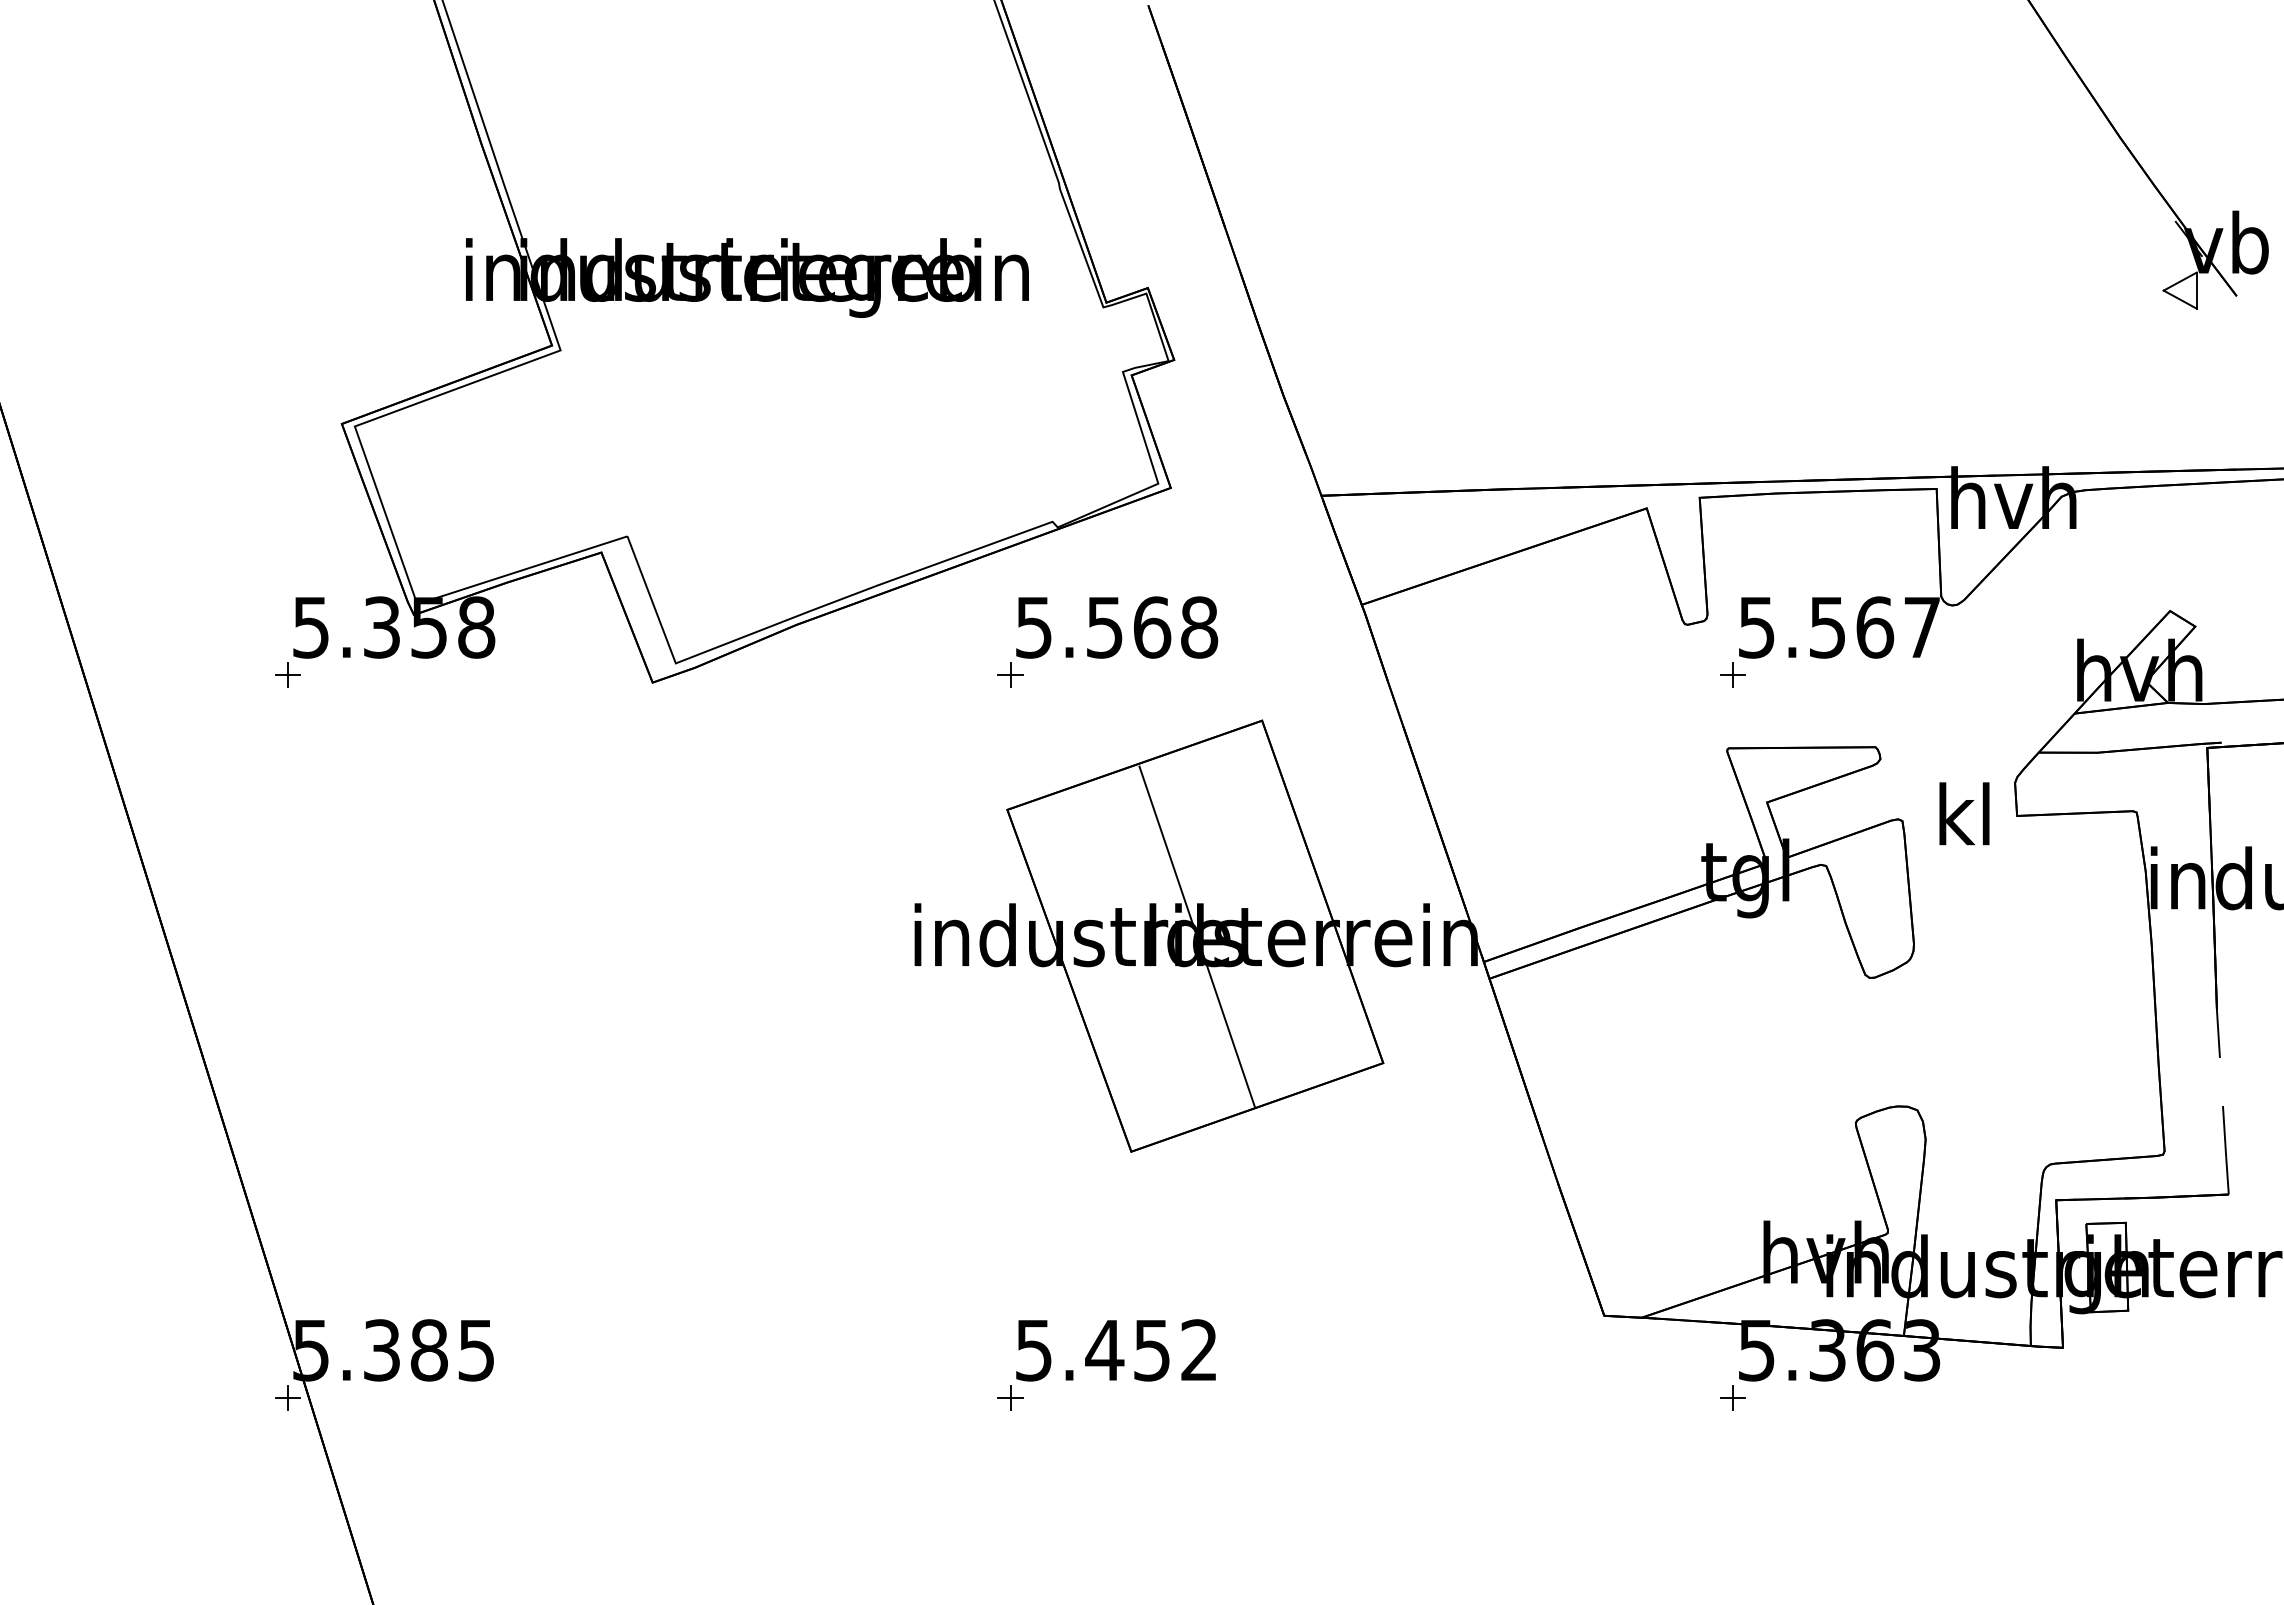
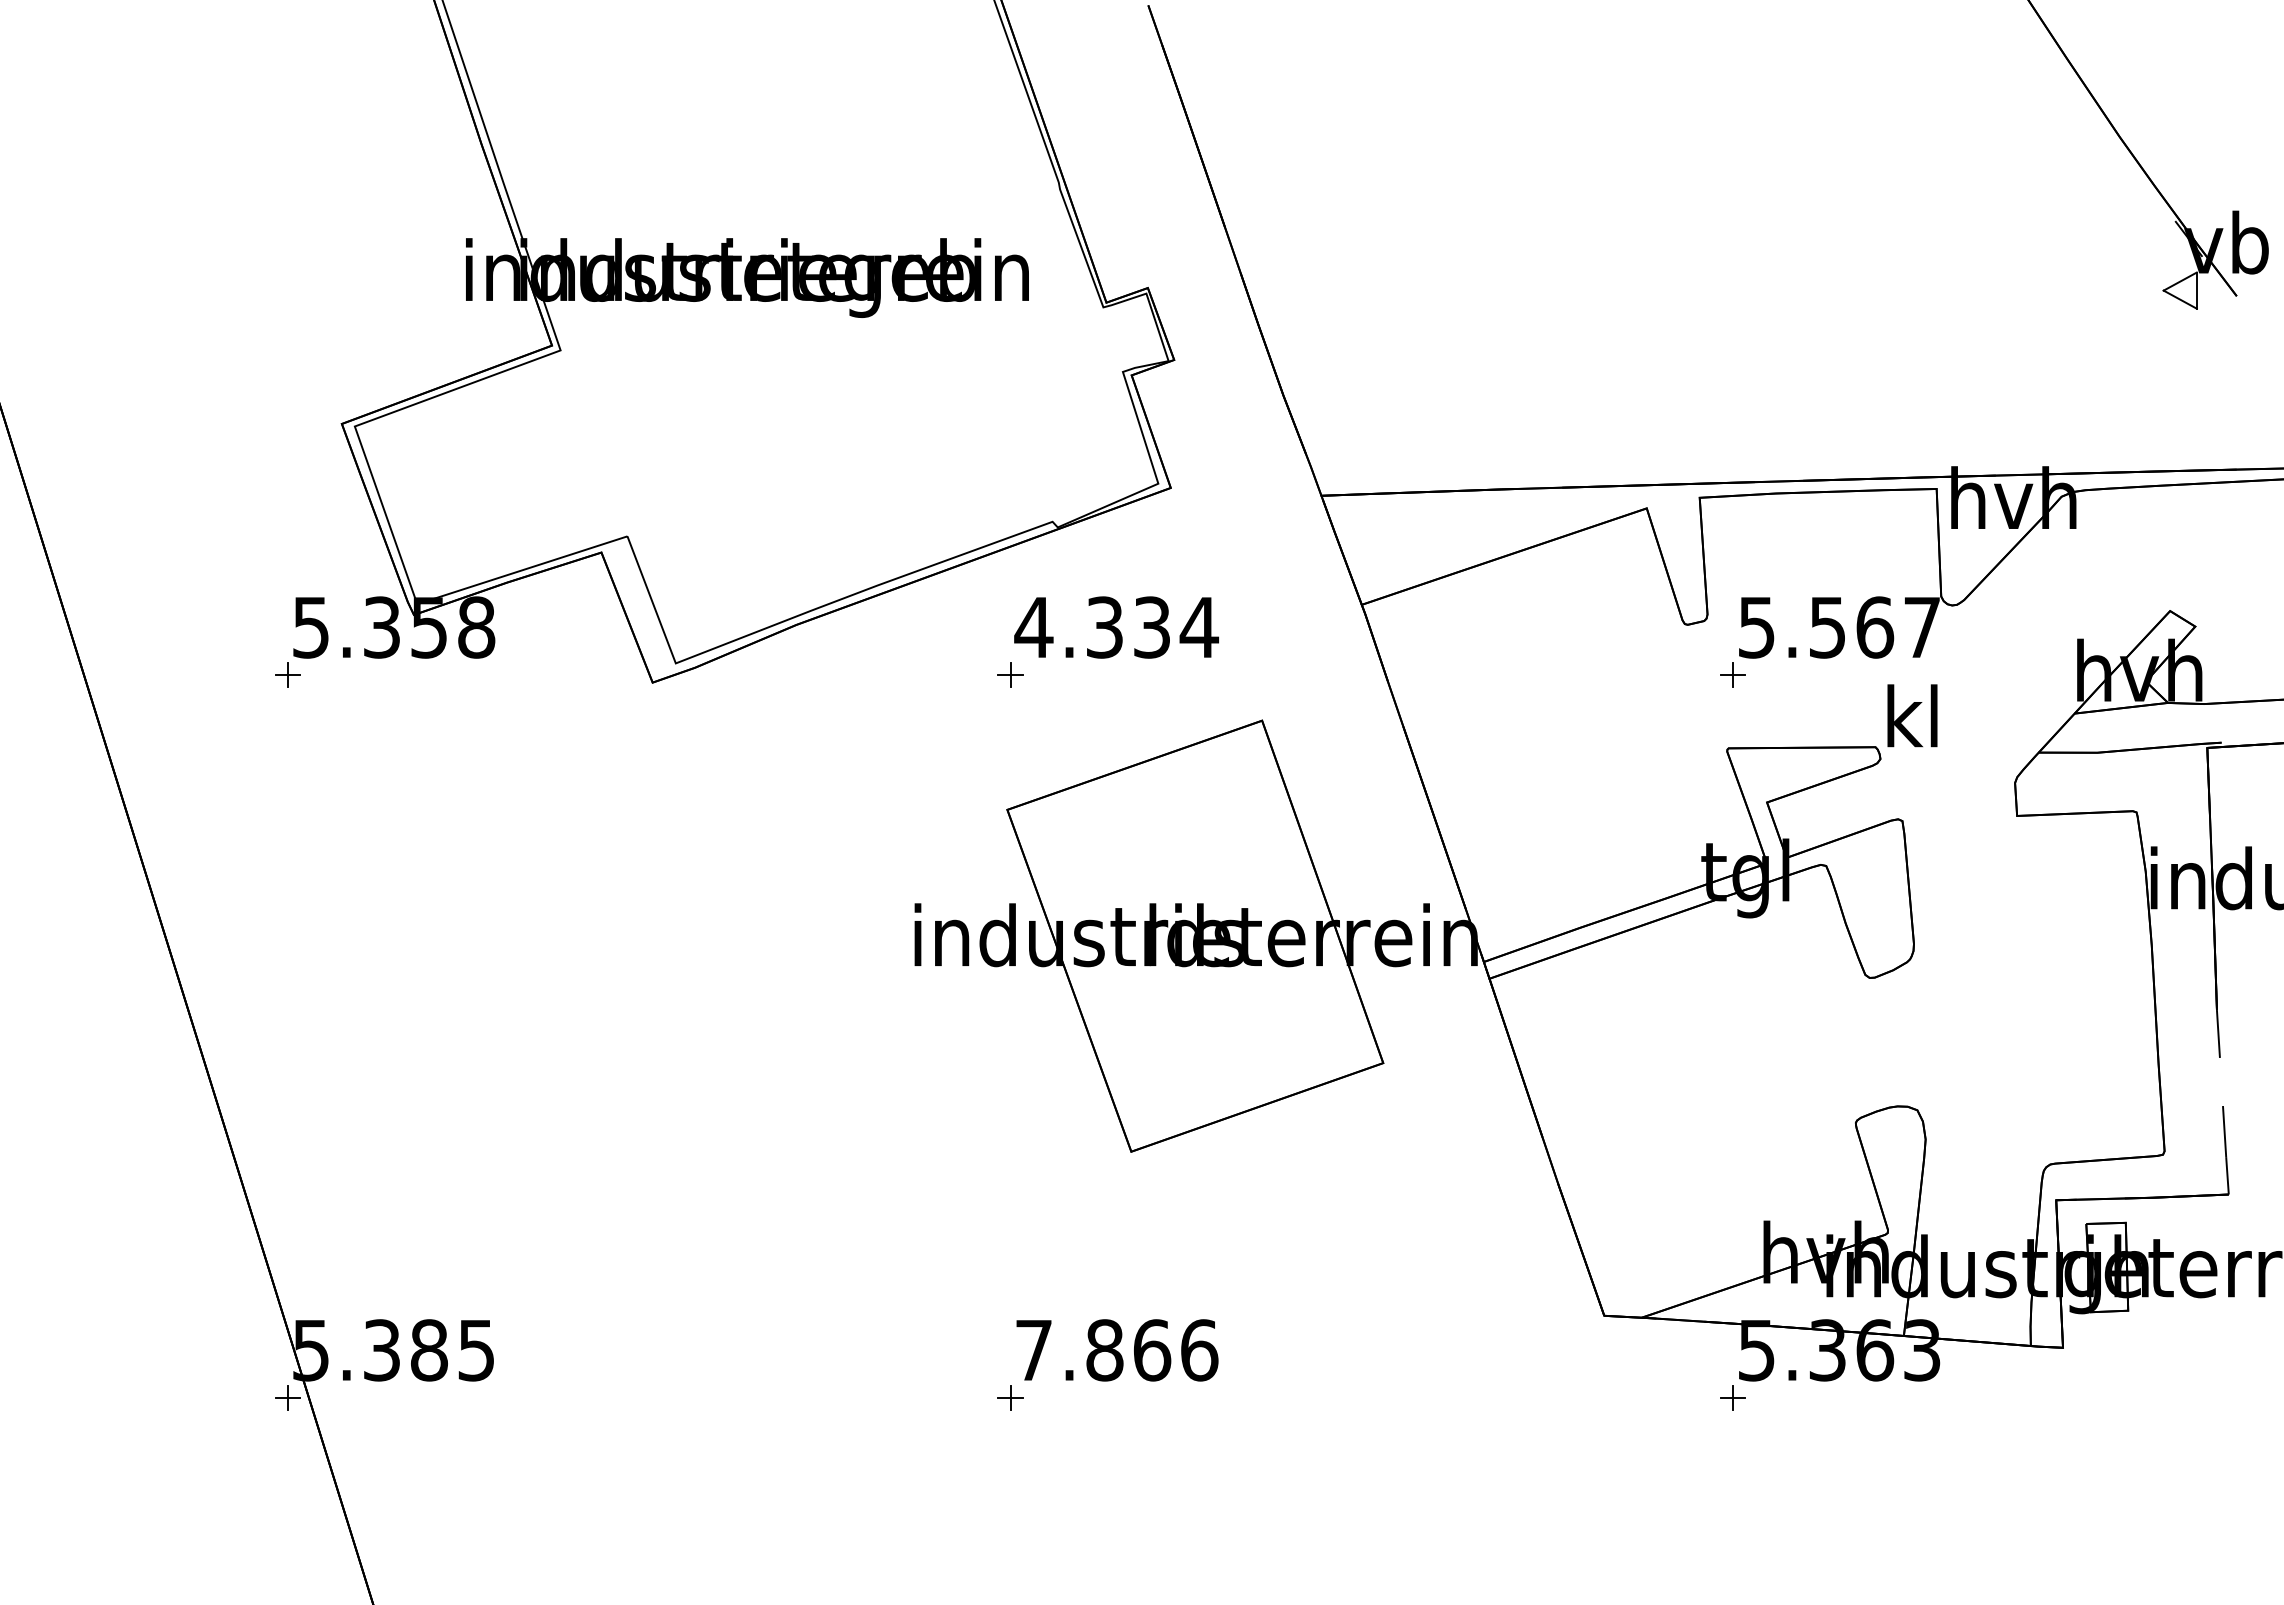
text at (1116, 627): 5.568 -> 4.334
text at (1964, 813) position: (1964, 813) -> (1912, 715)
line at (1197, 936): present -> none
text at (1117, 1350): 5.452 -> 7.866
